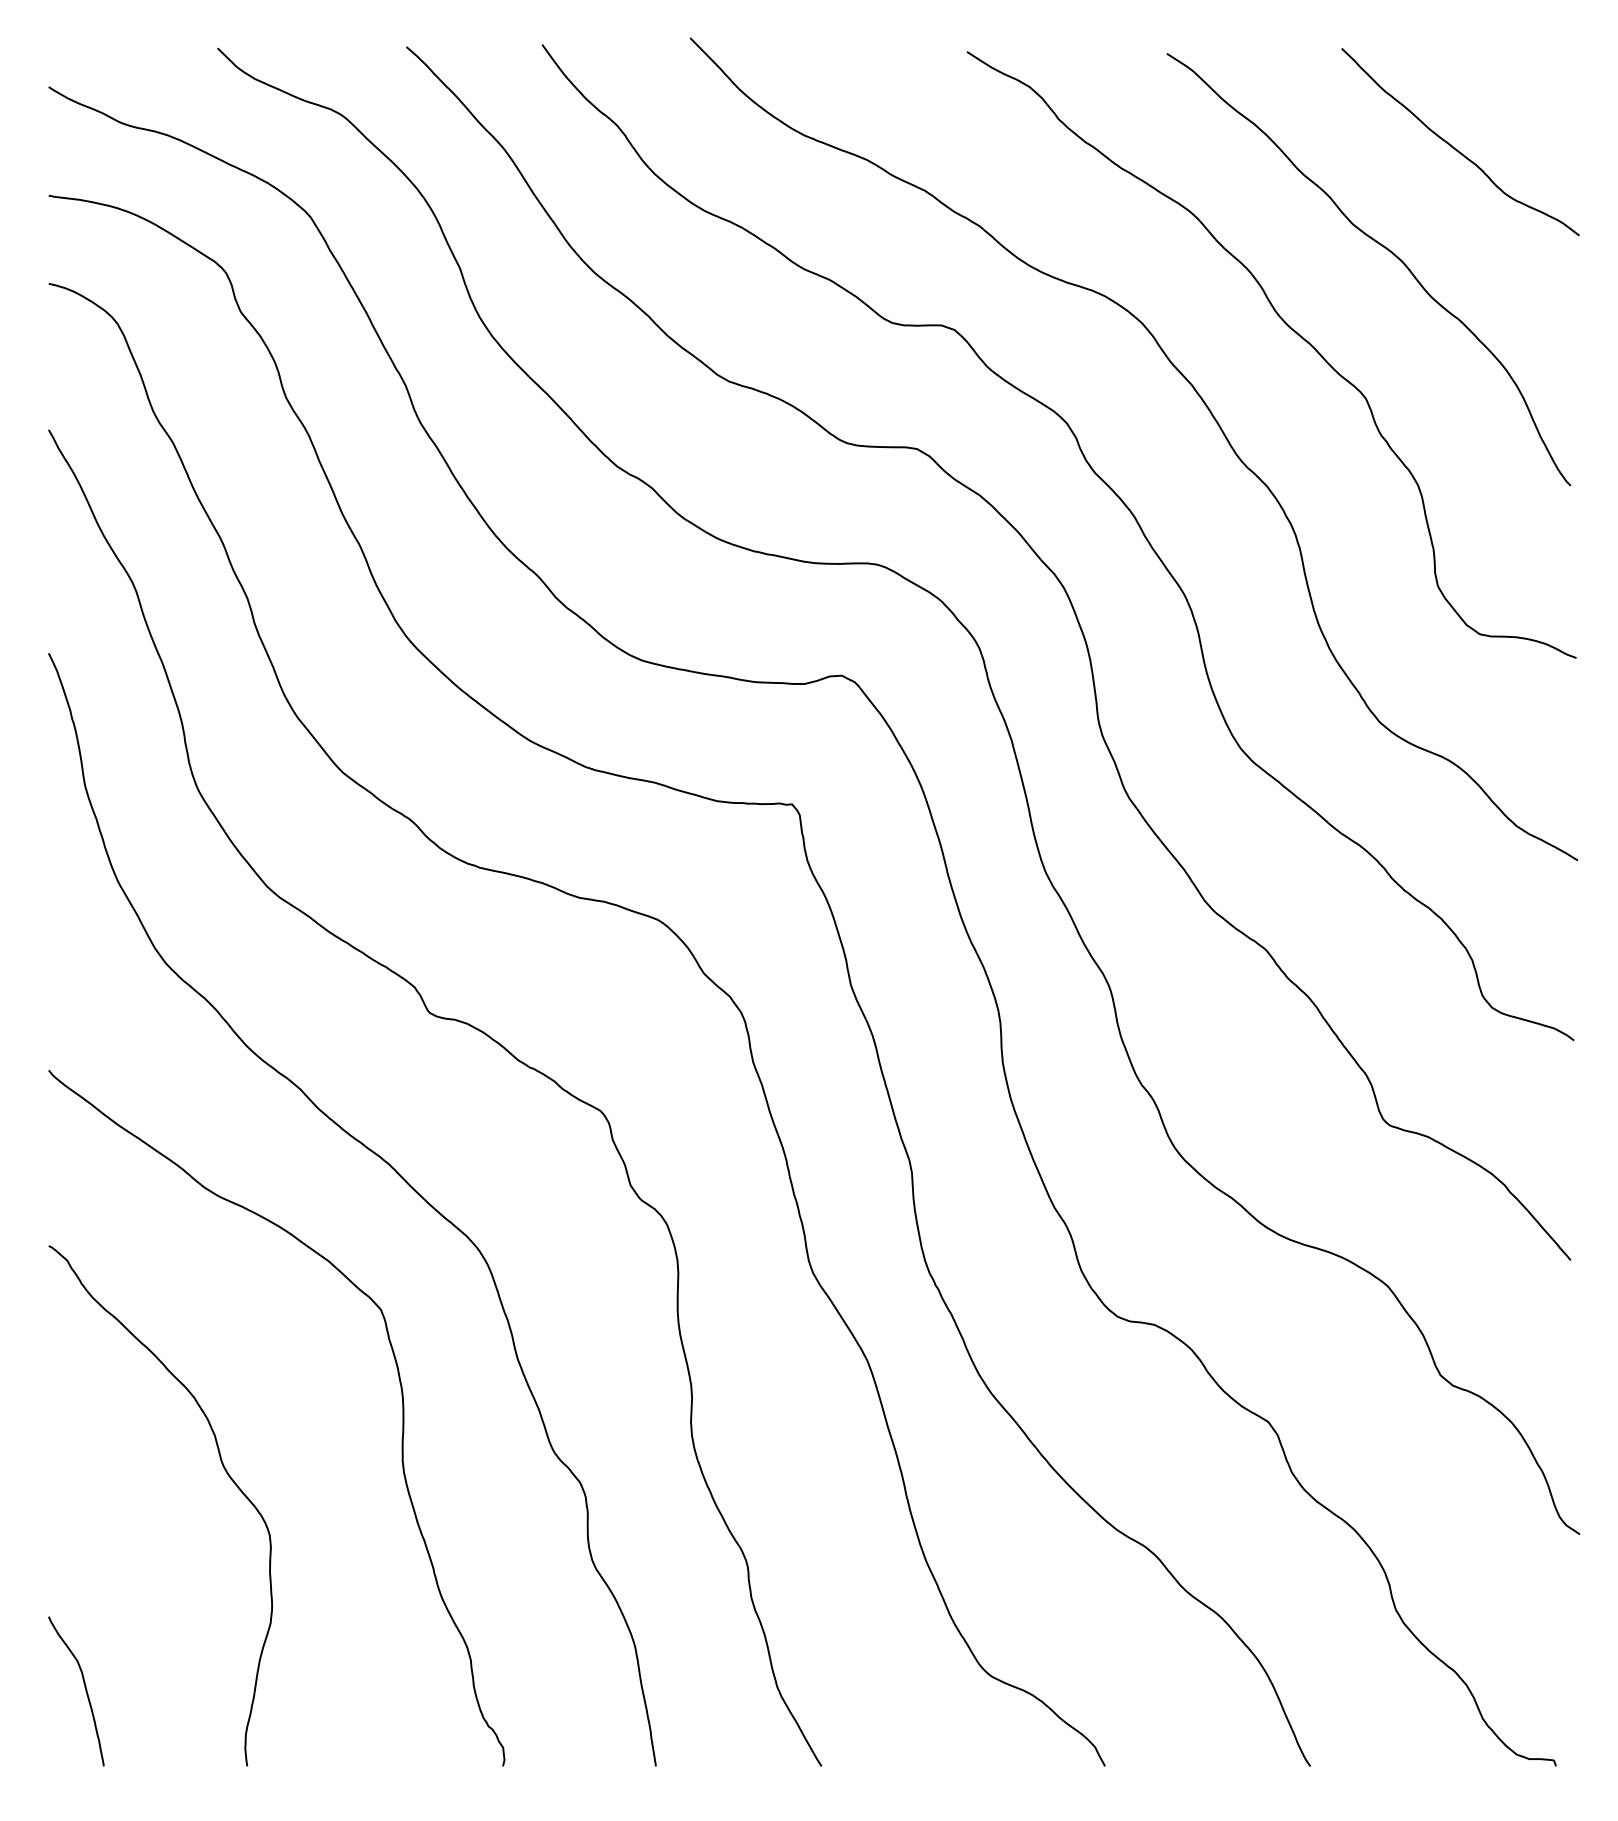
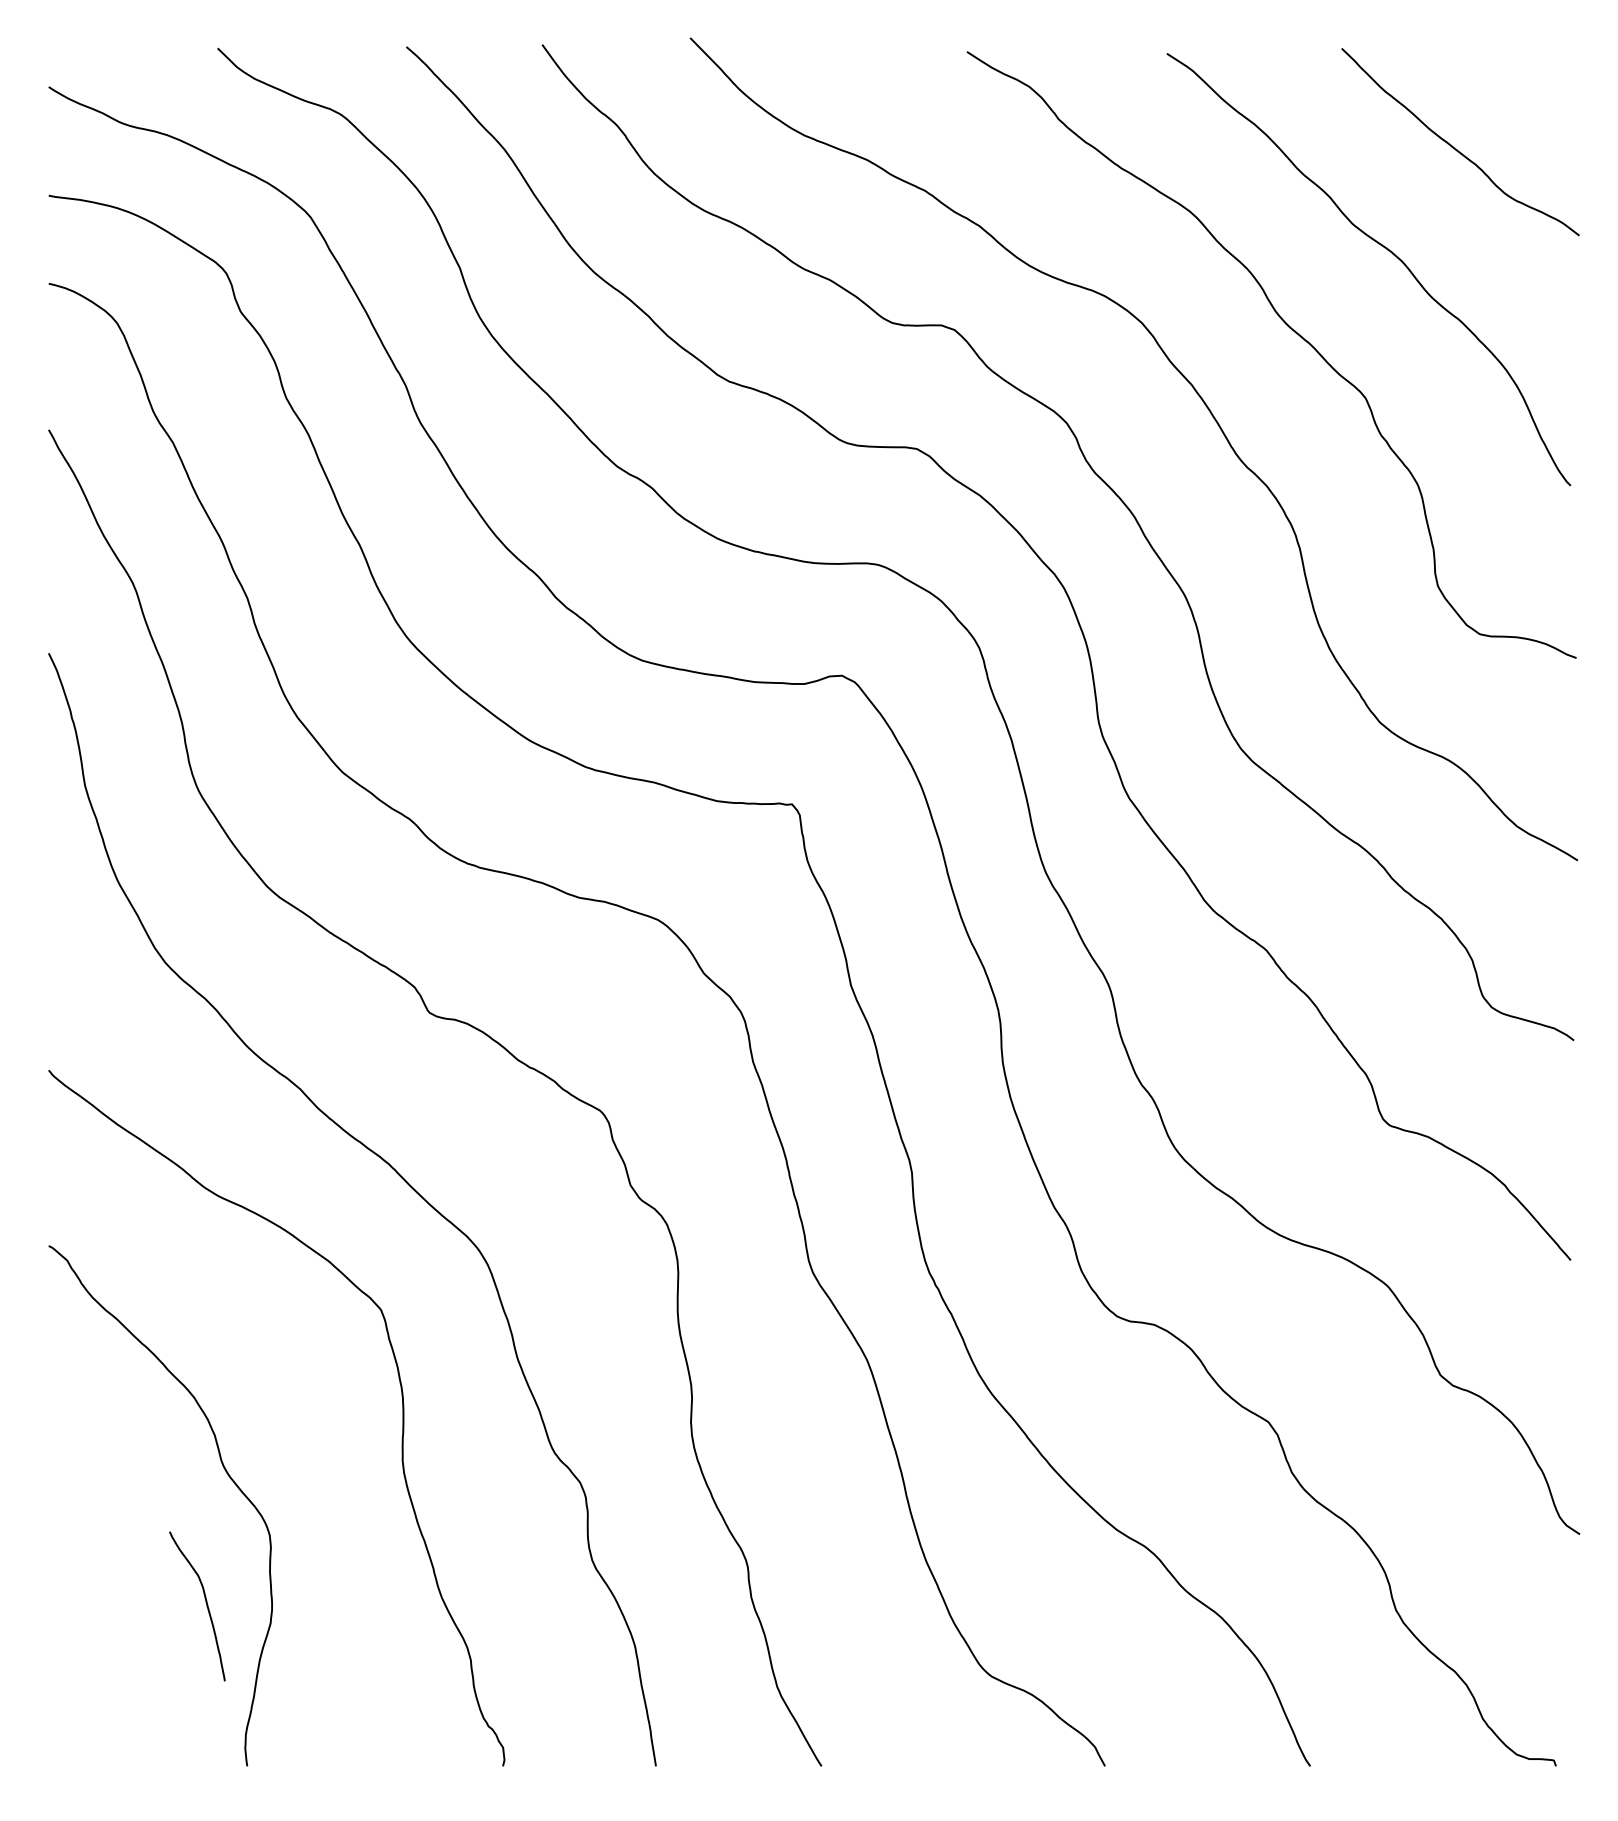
curve at (84, 1687) position: (84, 1687) -> (205, 1602)
